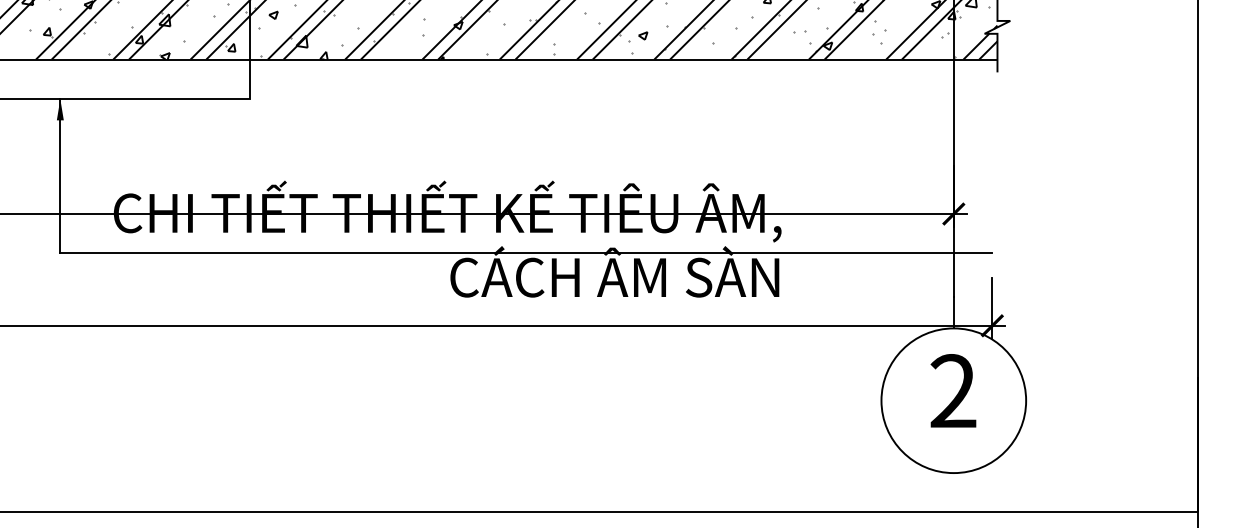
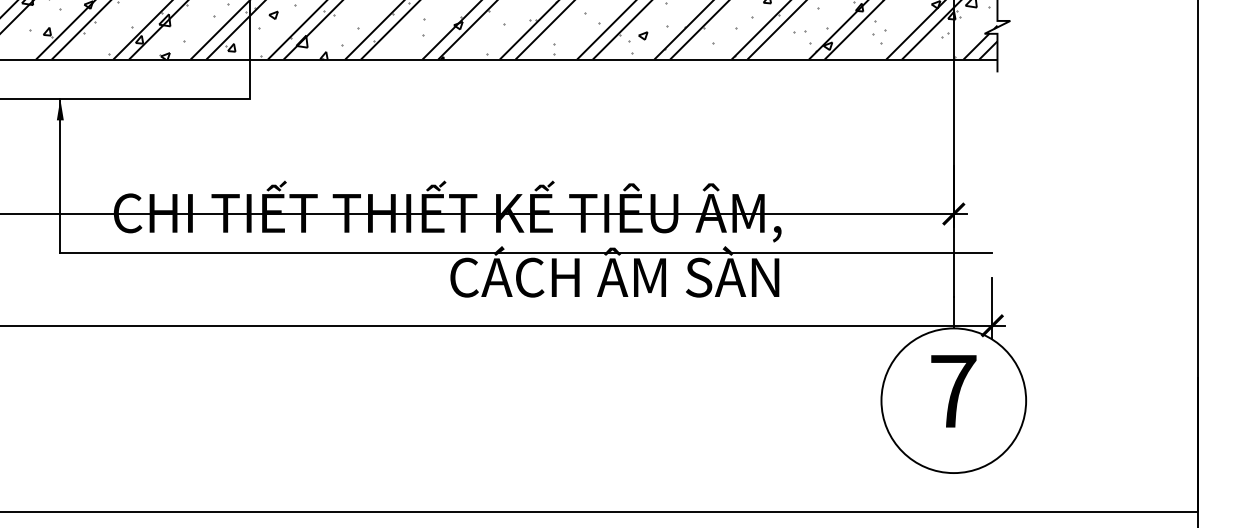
text at (953, 390): 2 -> 7
